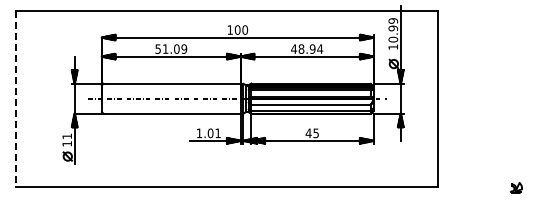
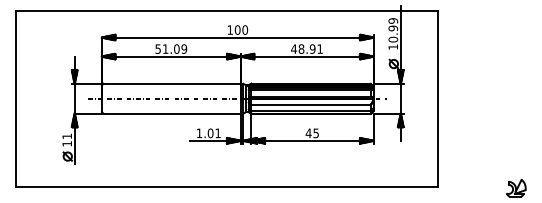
text at (320, 48): 48.94 -> 48.91
line at (16, 99): dashed -> solid
part at (516, 187) size: 13x12 px -> 21x20 px
